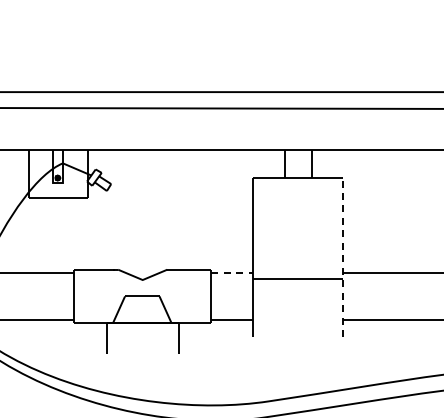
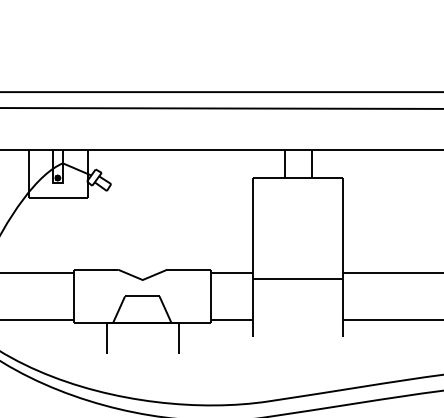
line at (343, 257): dashed -> solid
line at (232, 273): dashed -> solid
